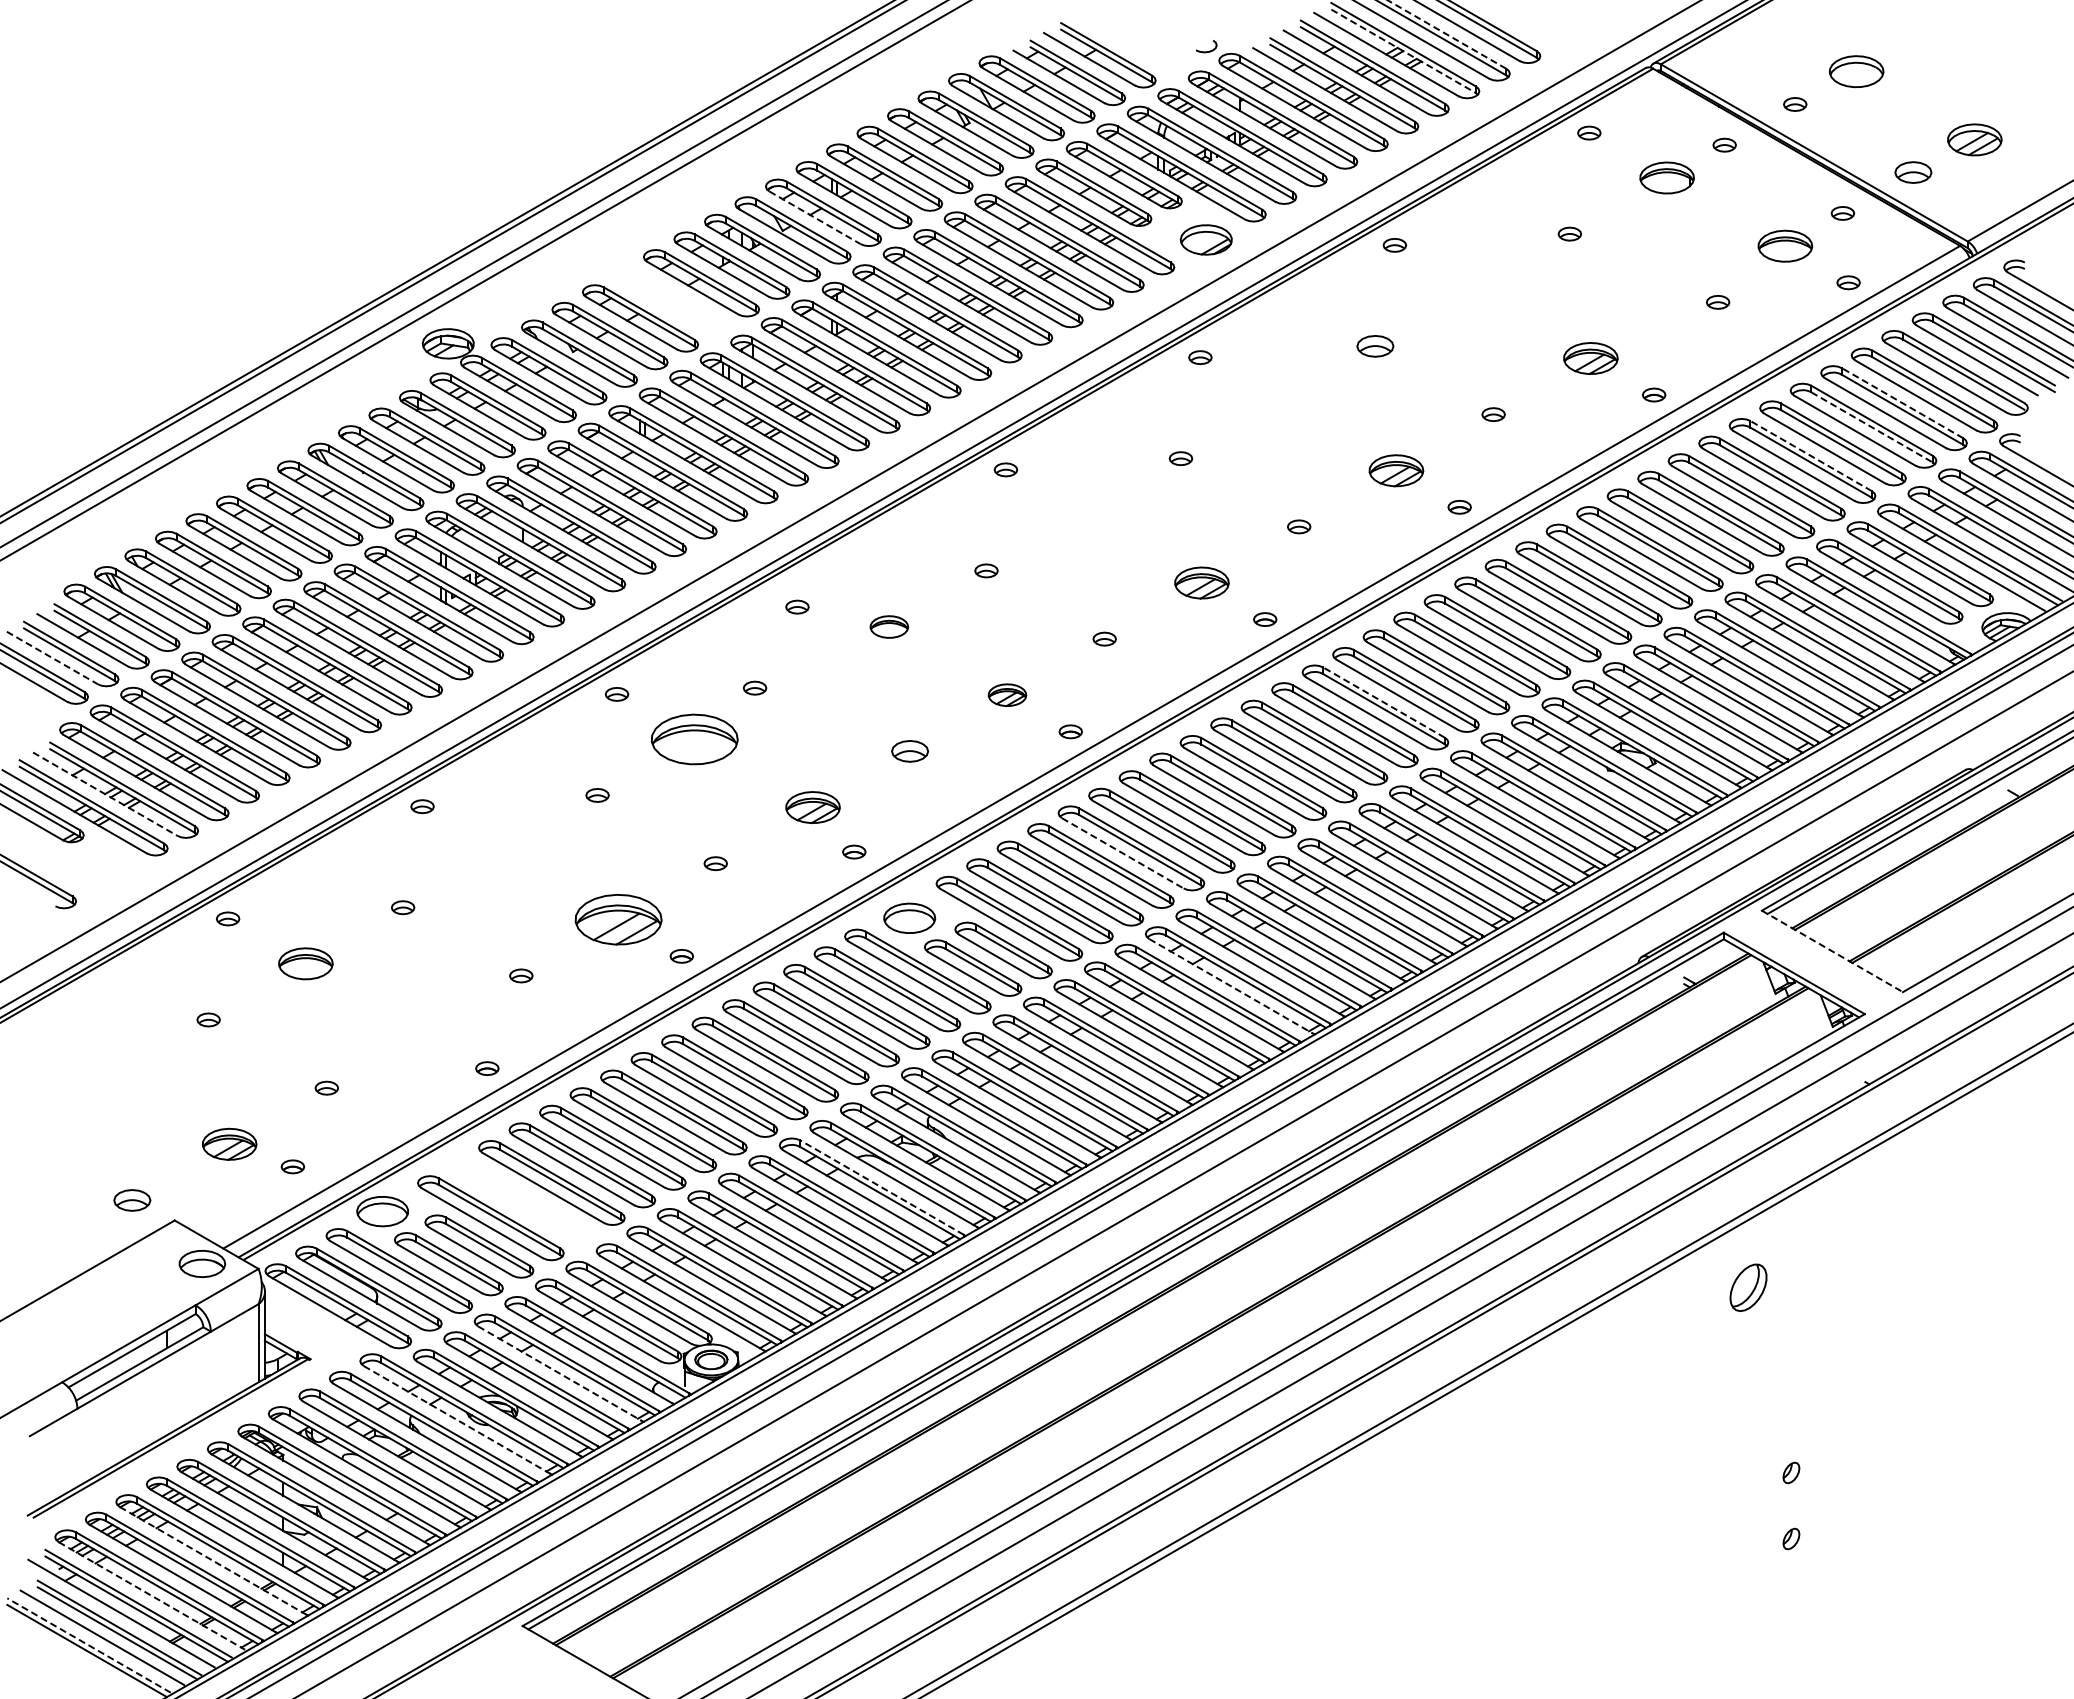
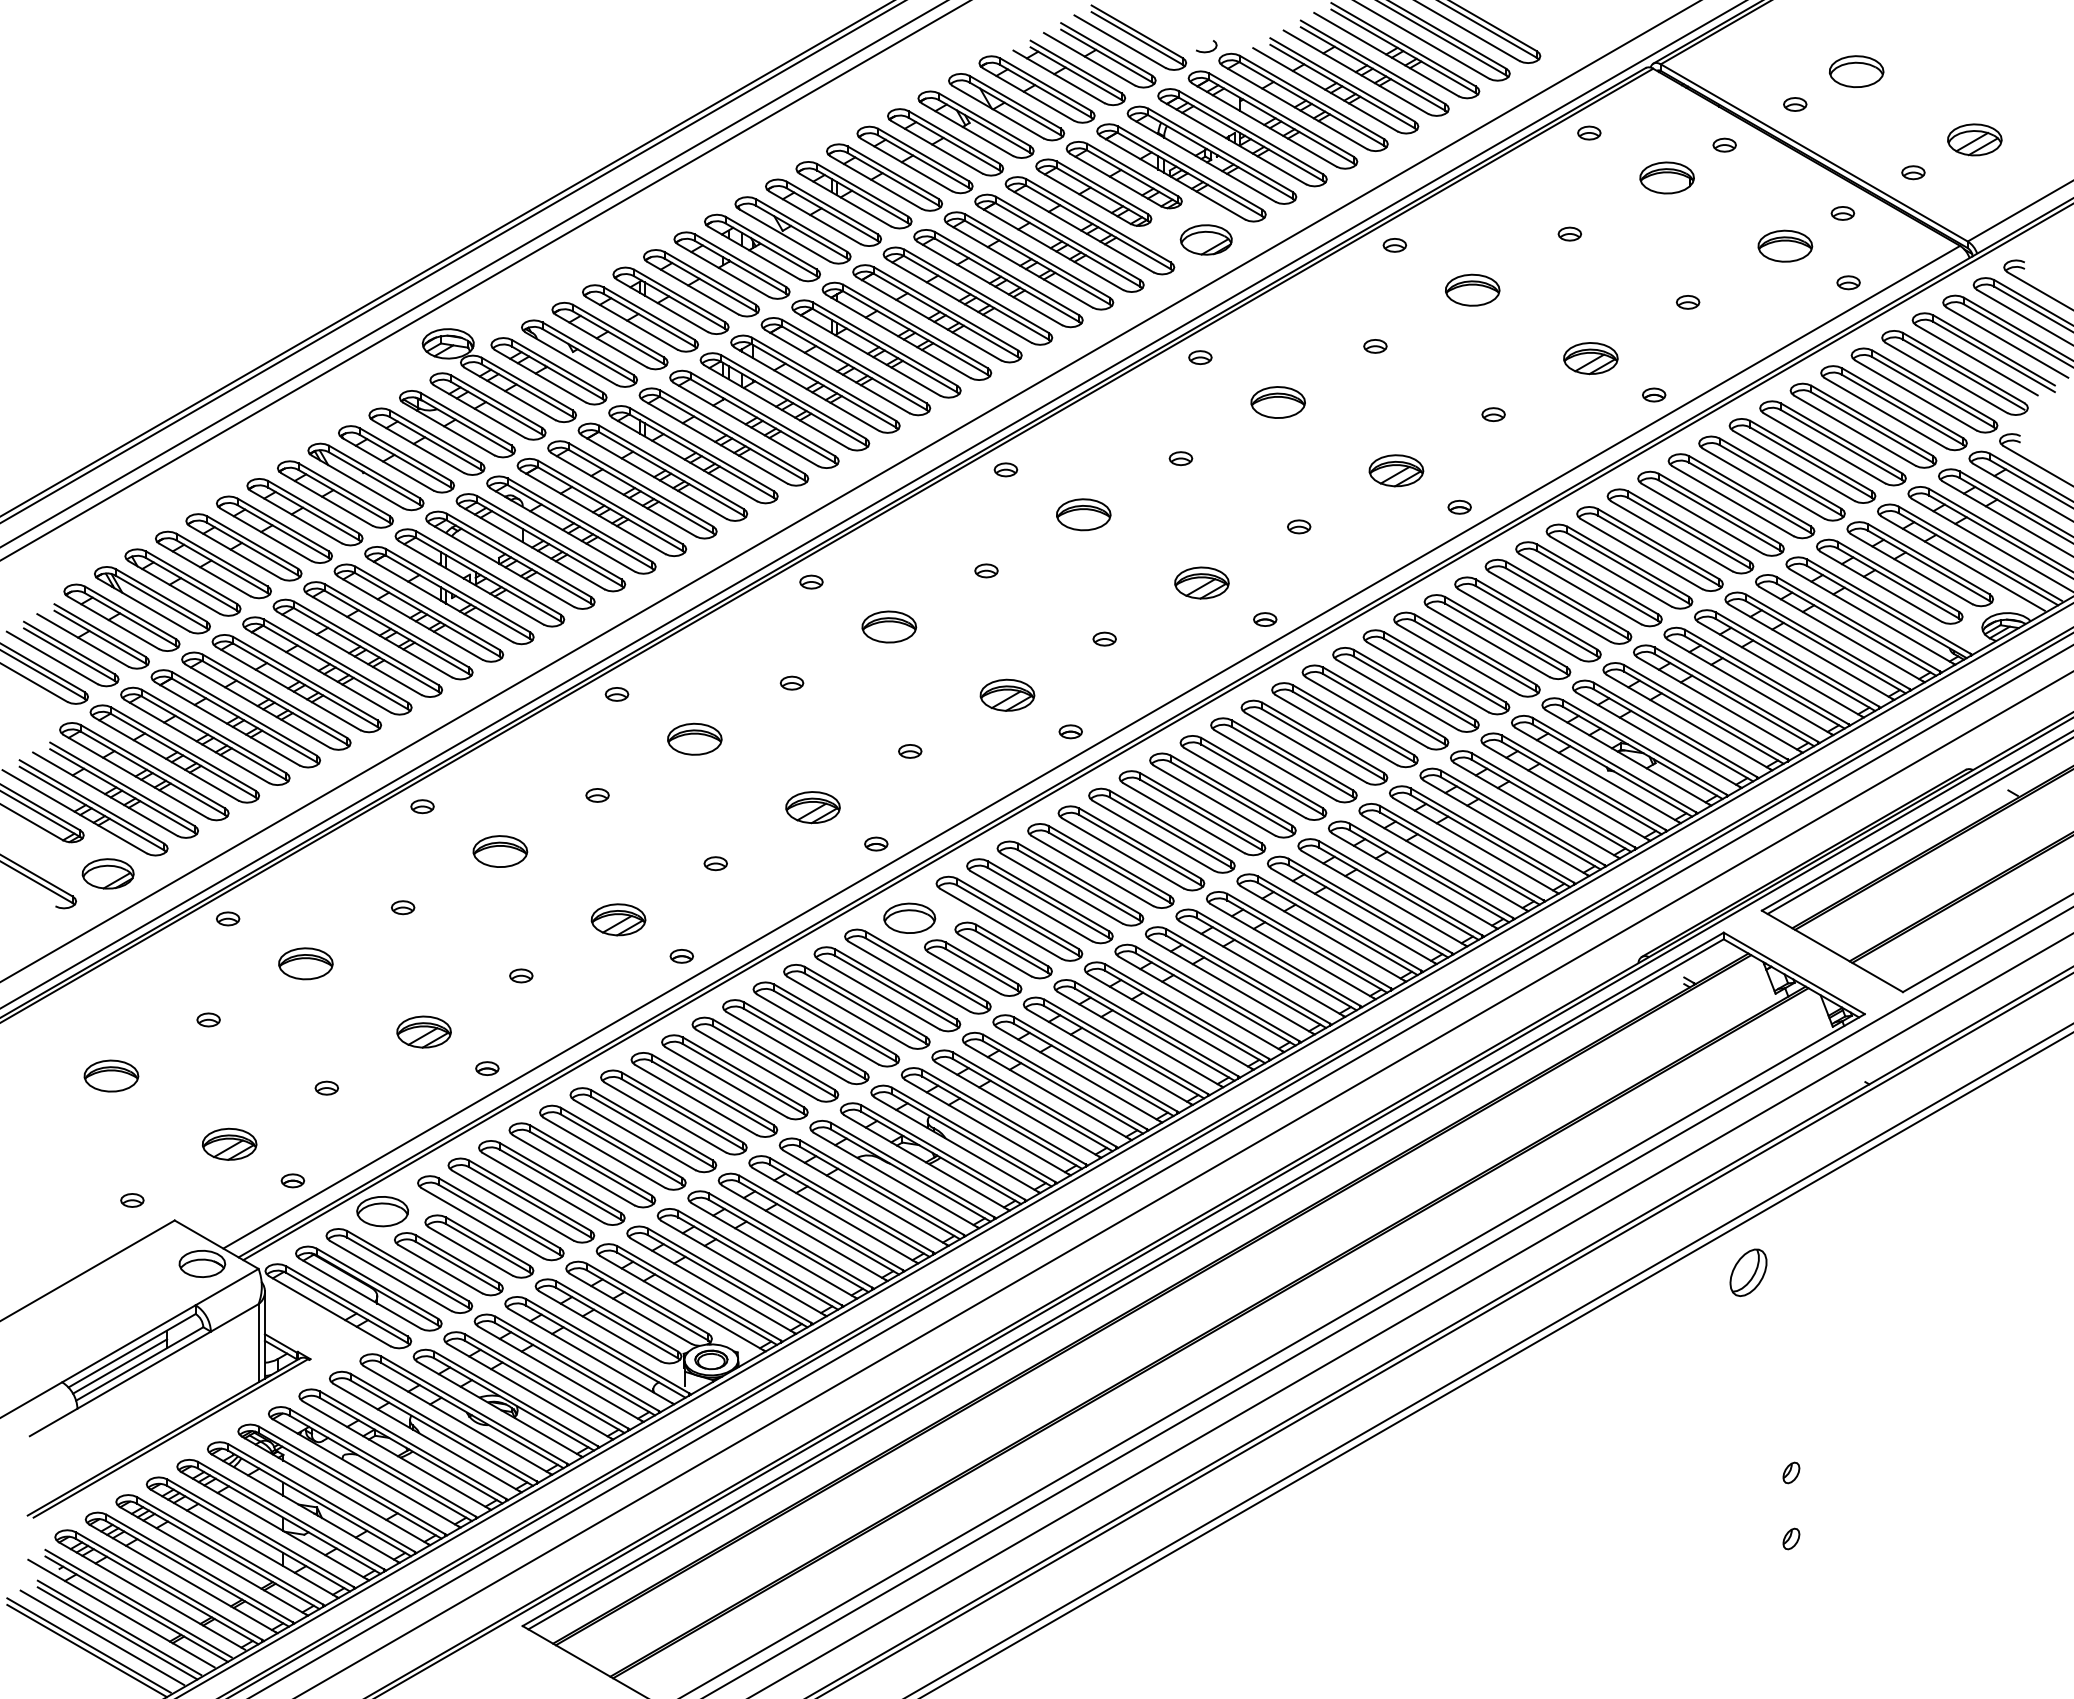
line at (1446, 34): dashed -> solid
part at (1129, 37): none -> present
line at (1404, 51): dashed -> solid
part at (1913, 172) size: 39x23 px -> 25x16 px
line at (814, 217): dashed -> solid
part at (1472, 289): none -> present
part at (670, 300): none -> present
part at (1717, 302) position: (1717, 302) -> (1687, 302)
part at (1375, 346) size: 39x23 px -> 25x15 px
part at (1277, 402): none -> present
line at (1902, 402): dashed -> solid
line at (1872, 427): dashed -> solid
line at (1810, 455): dashed -> solid
part at (1083, 514): none -> present
part at (797, 606) position: (797, 606) -> (811, 581)
part at (889, 626) size: 41x24 px -> 57x34 px
line at (52, 658): dashed -> solid
part at (754, 687) position: (754, 687) -> (791, 682)
part at (1007, 695) size: 41x25 px -> 57x34 px
line at (1383, 702): dashed -> solid
part at (694, 739) size: 89x53 px -> 56x34 px
part at (910, 751) size: 39x23 px -> 25x15 px
line at (105, 794): dashed -> solid
part at (500, 851): none -> present
part at (854, 851) position: (854, 851) -> (876, 843)
line at (1123, 853): dashed -> solid
part at (107, 873): none -> present
part at (618, 919) size: 89x52 px -> 57x34 px
line at (1832, 951): dashed -> solid
line at (1231, 986): dashed -> solid
part at (423, 1031): none -> present
part at (111, 1075): none -> present
part at (292, 1166) position: (292, 1166) -> (292, 1180)
line at (881, 1187): dashed -> solid
part at (132, 1200) size: 39x23 px -> 25x15 px
part at (521, 1200): none -> present
part at (1748, 1287) position: (1748, 1287) -> (1748, 1272)
line at (120, 1366): none -> present
line at (560, 1373): dashed -> solid
line at (457, 1419): dashed -> solid
line at (212, 1560): dashed -> solid
line at (151, 1595): dashed -> solid
line at (88, 1645): dashed -> solid
